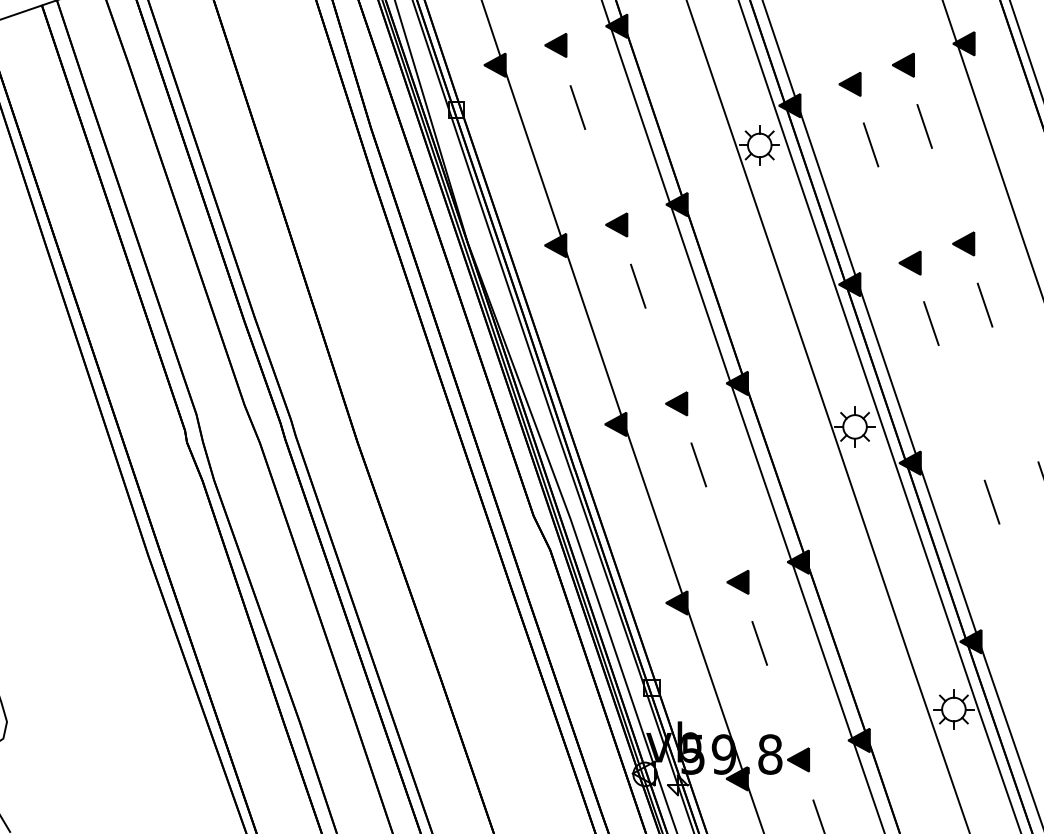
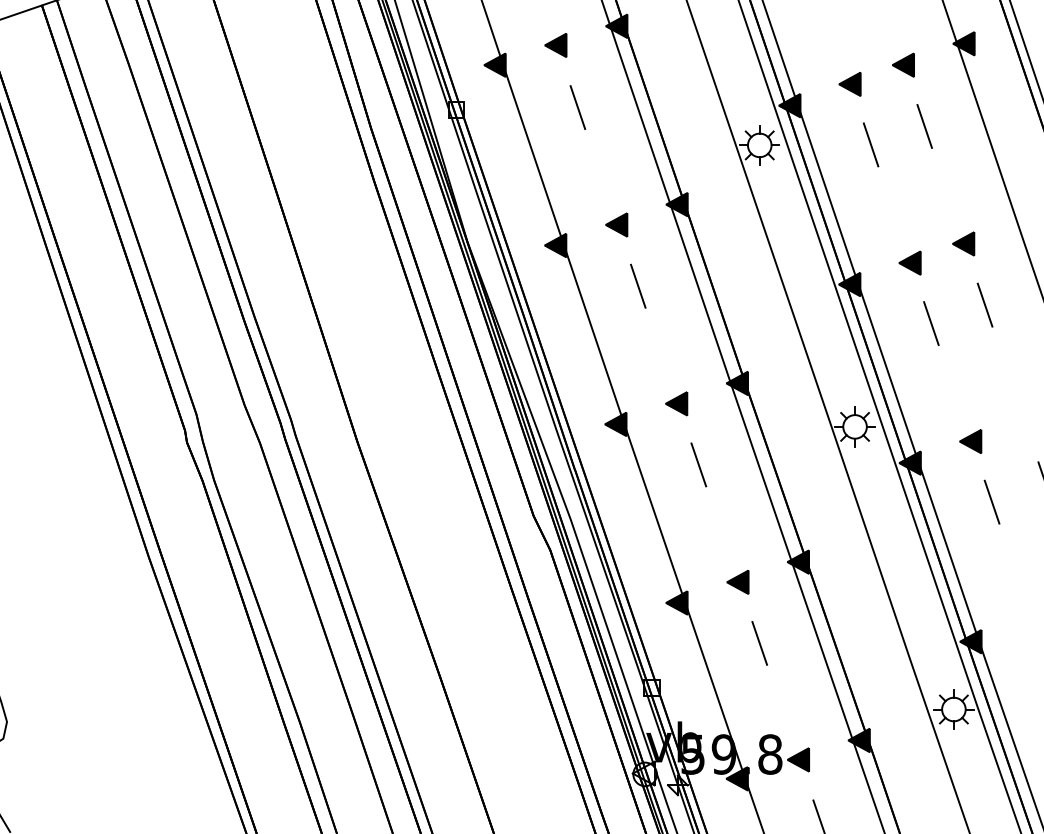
part at (970, 441): none -> present
